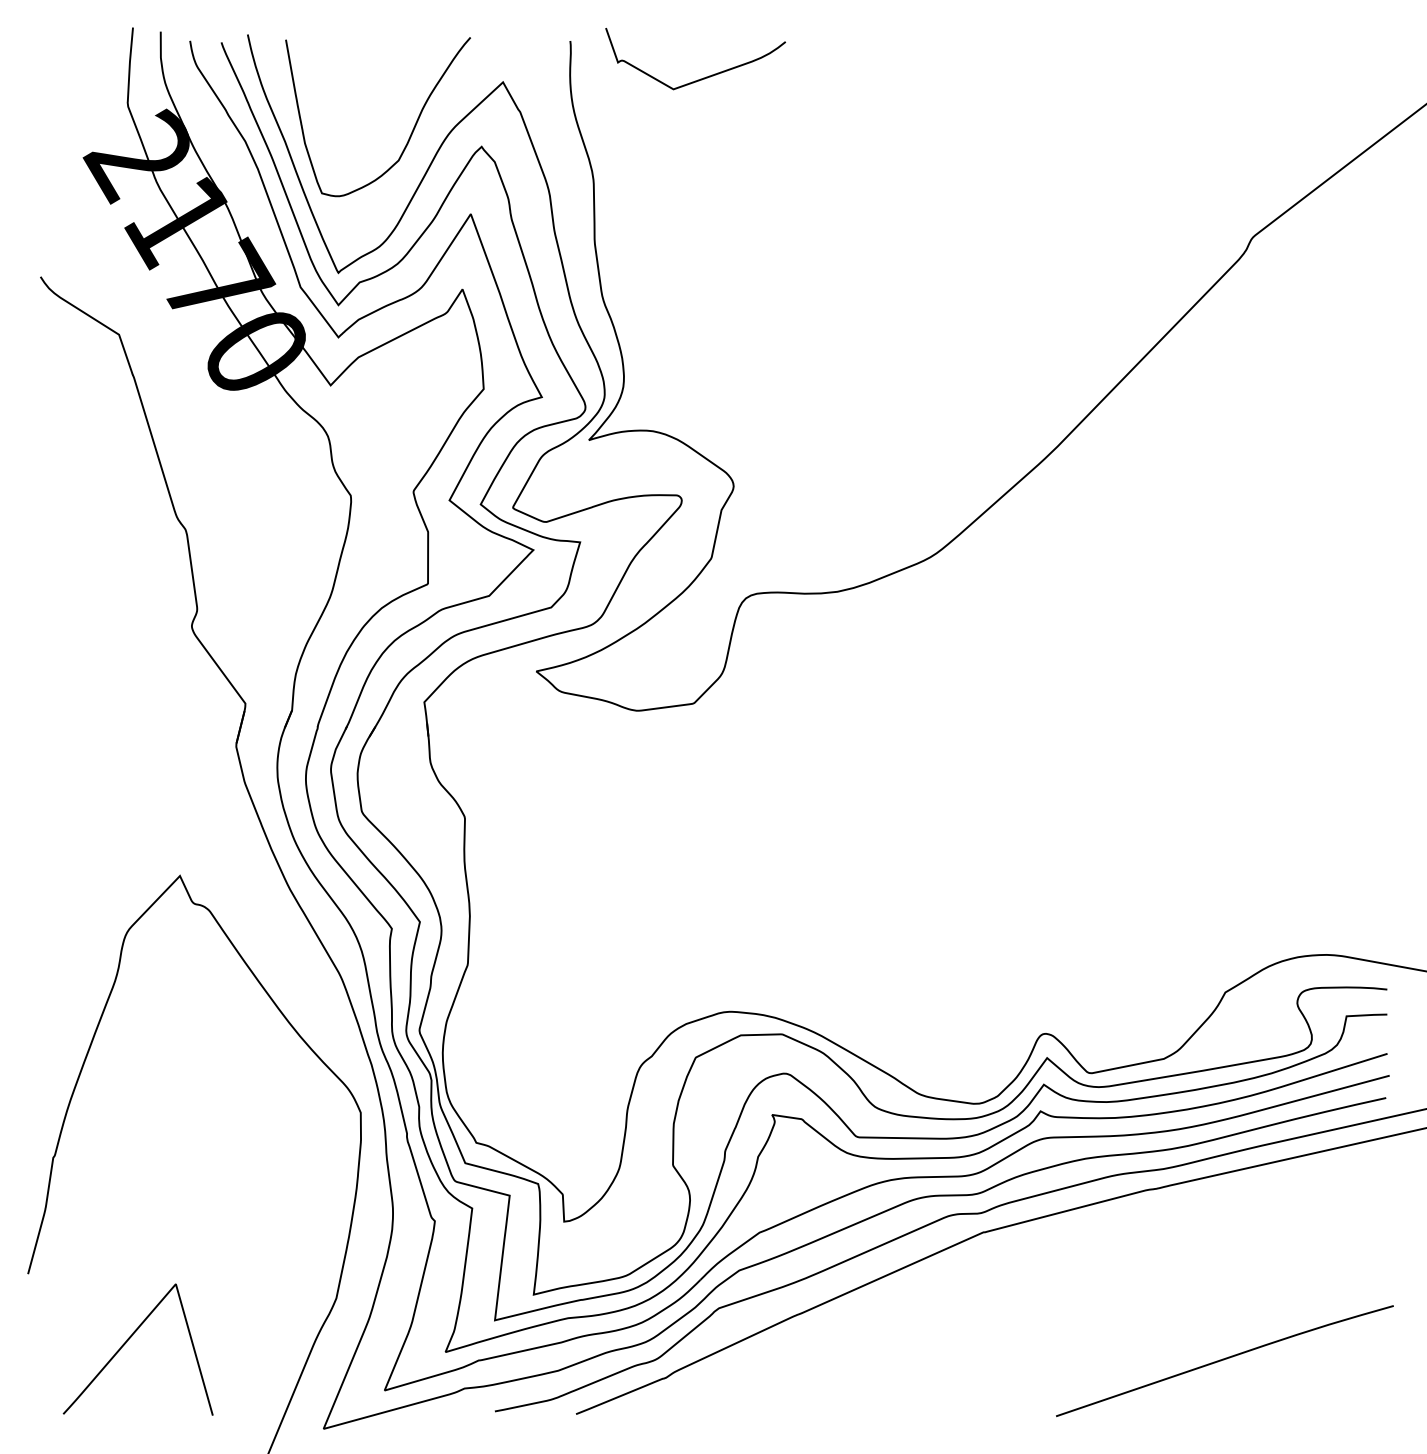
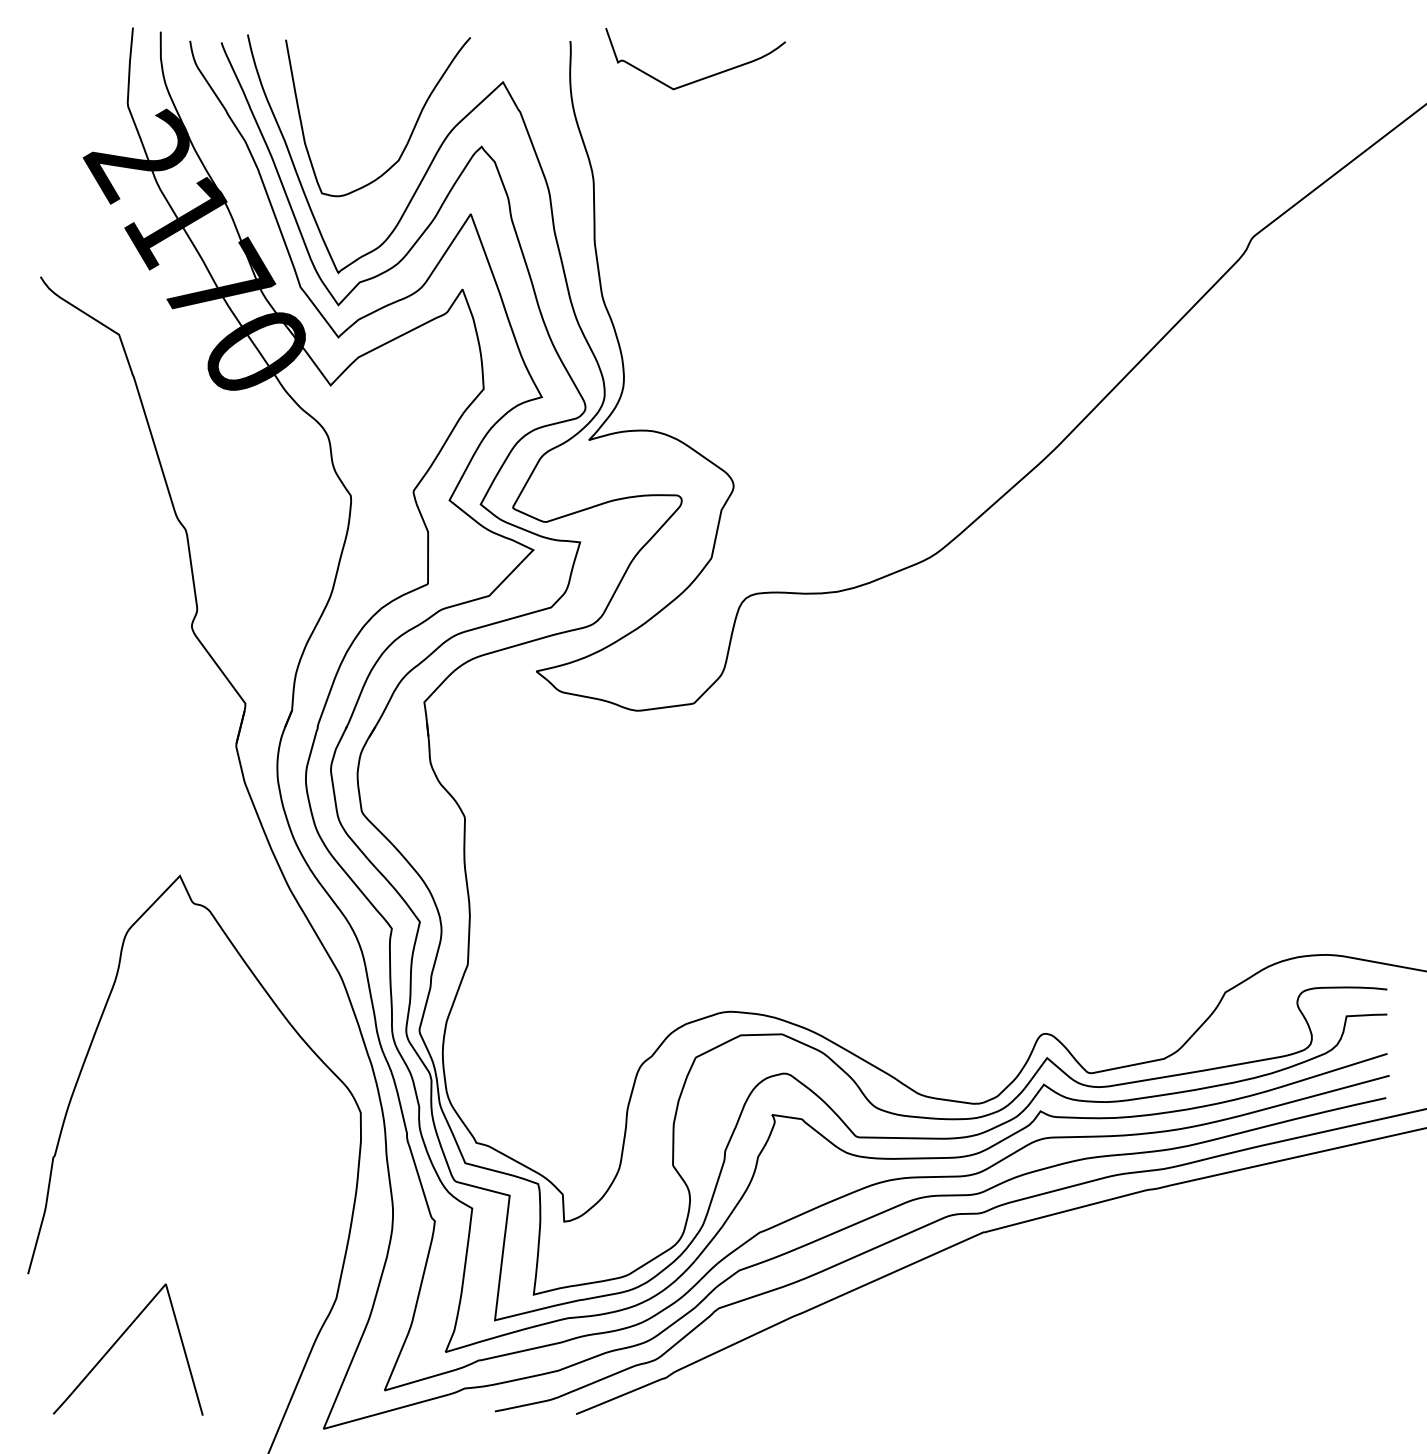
curve at (126, 1343) position: (126, 1343) -> (116, 1343)
curve at (1224, 1360): present -> none
